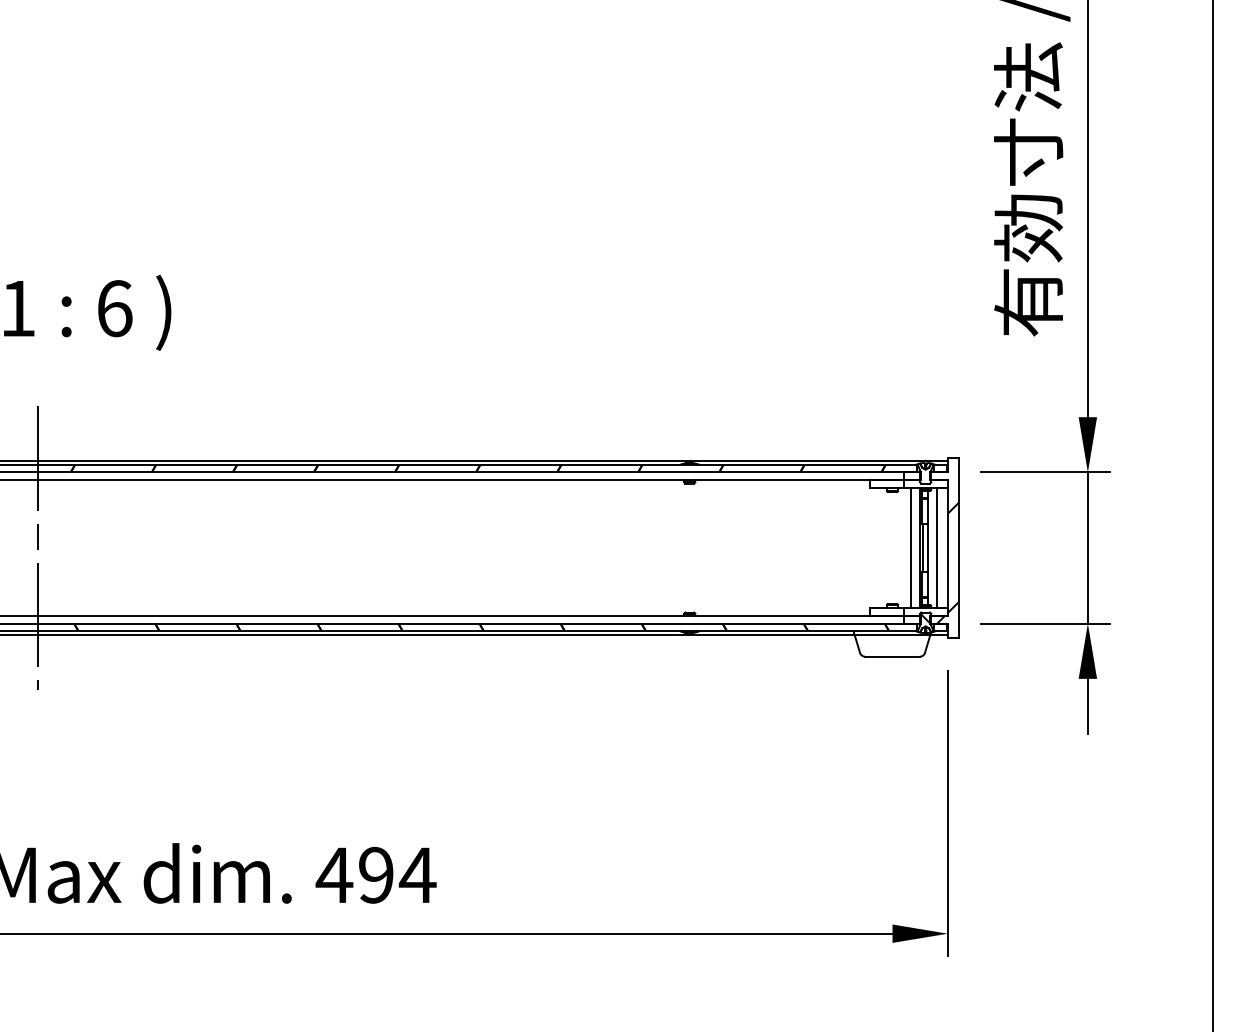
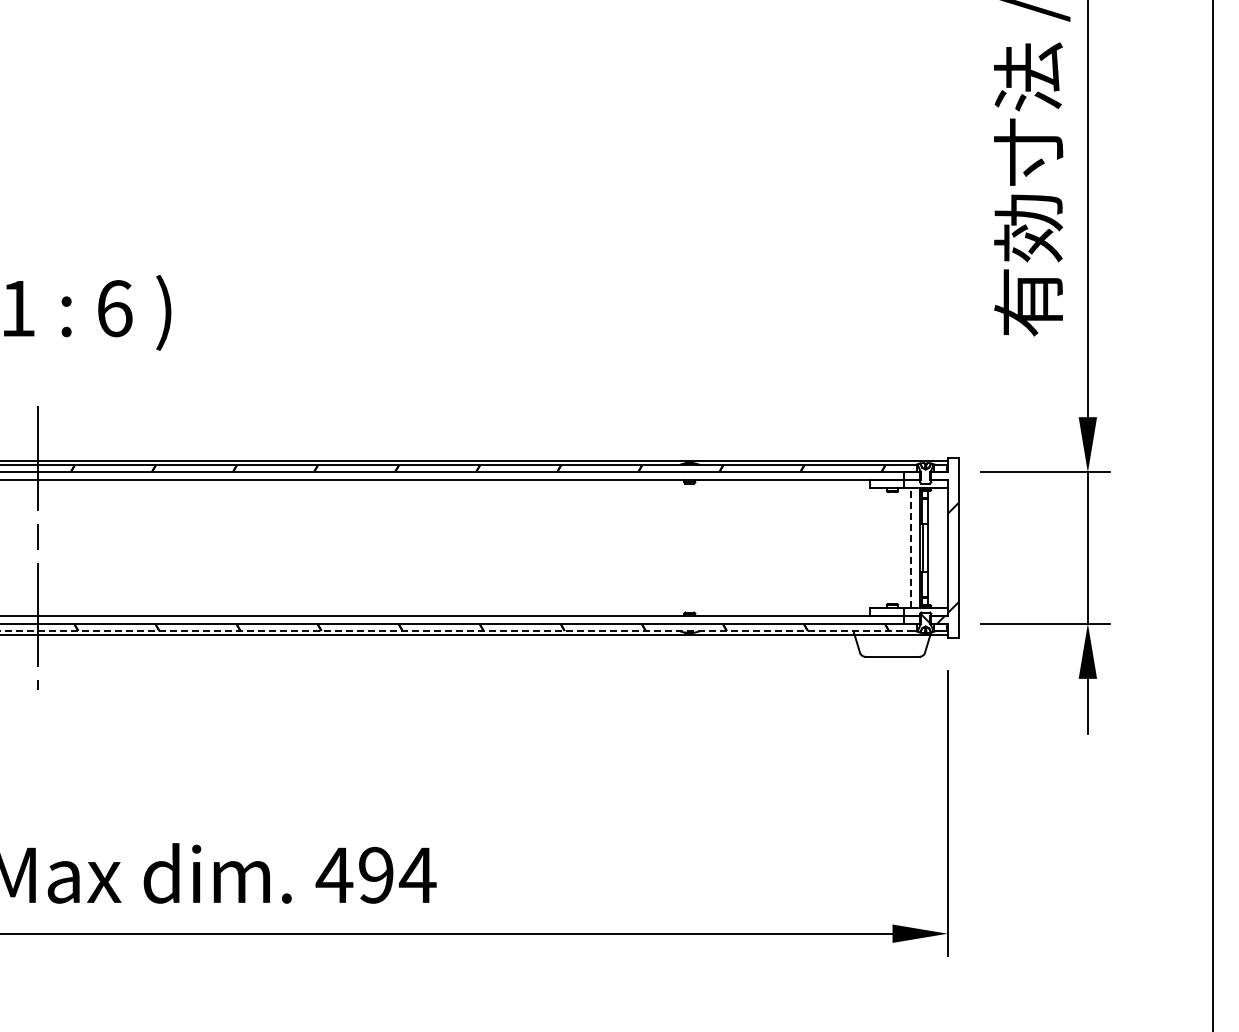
line at (910, 547): solid -> dashed
line at (936, 547): present -> none
line at (459, 630): solid -> dashed
